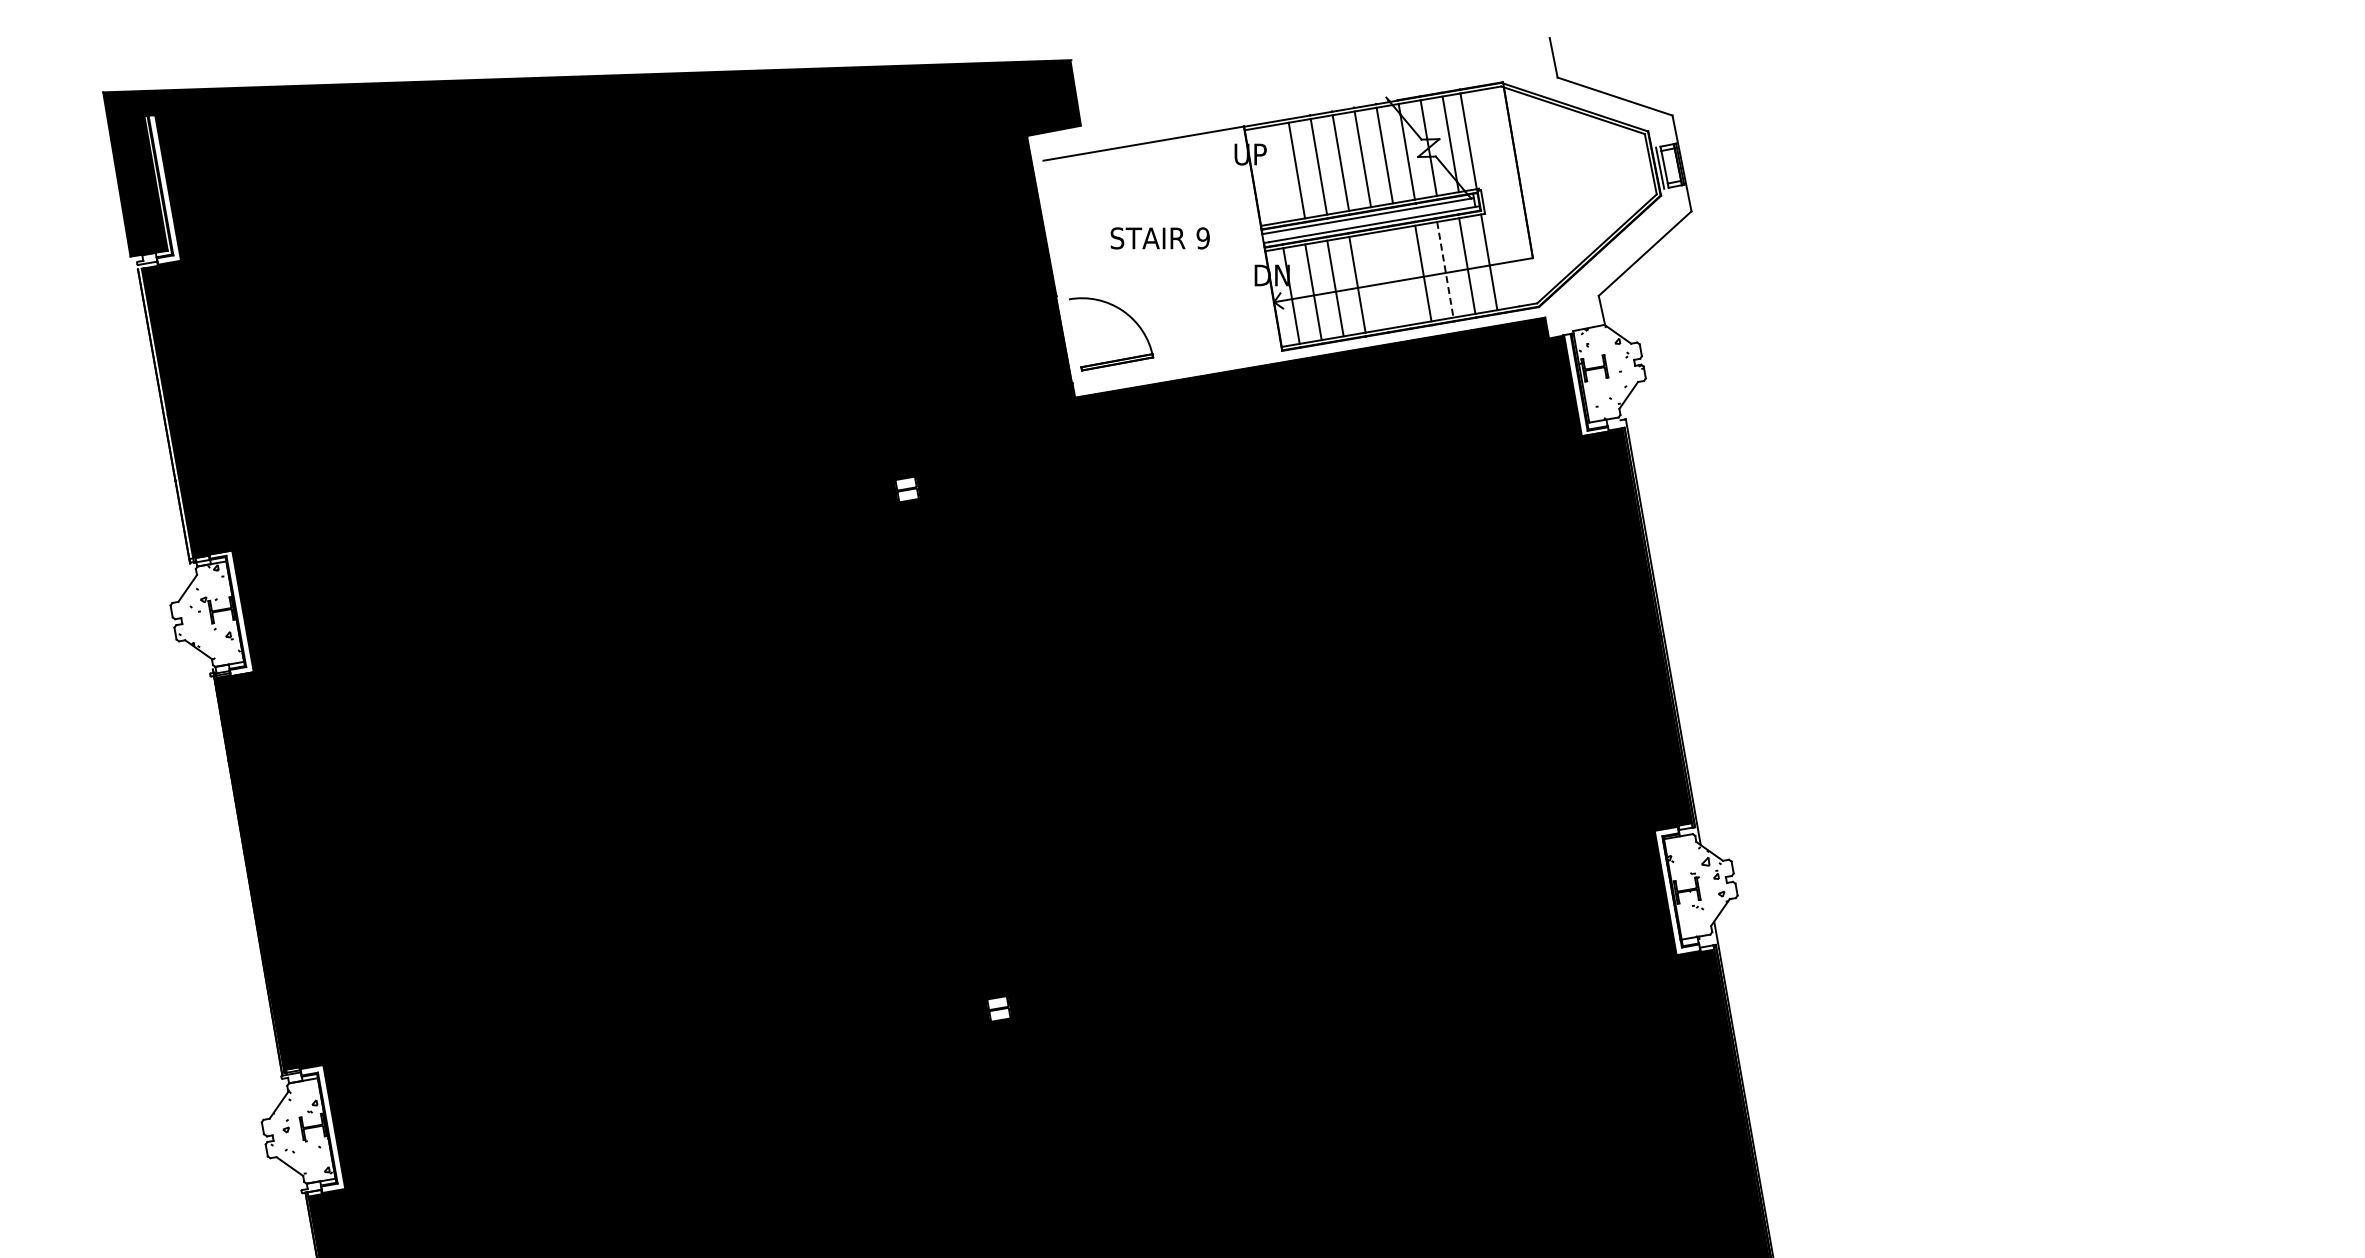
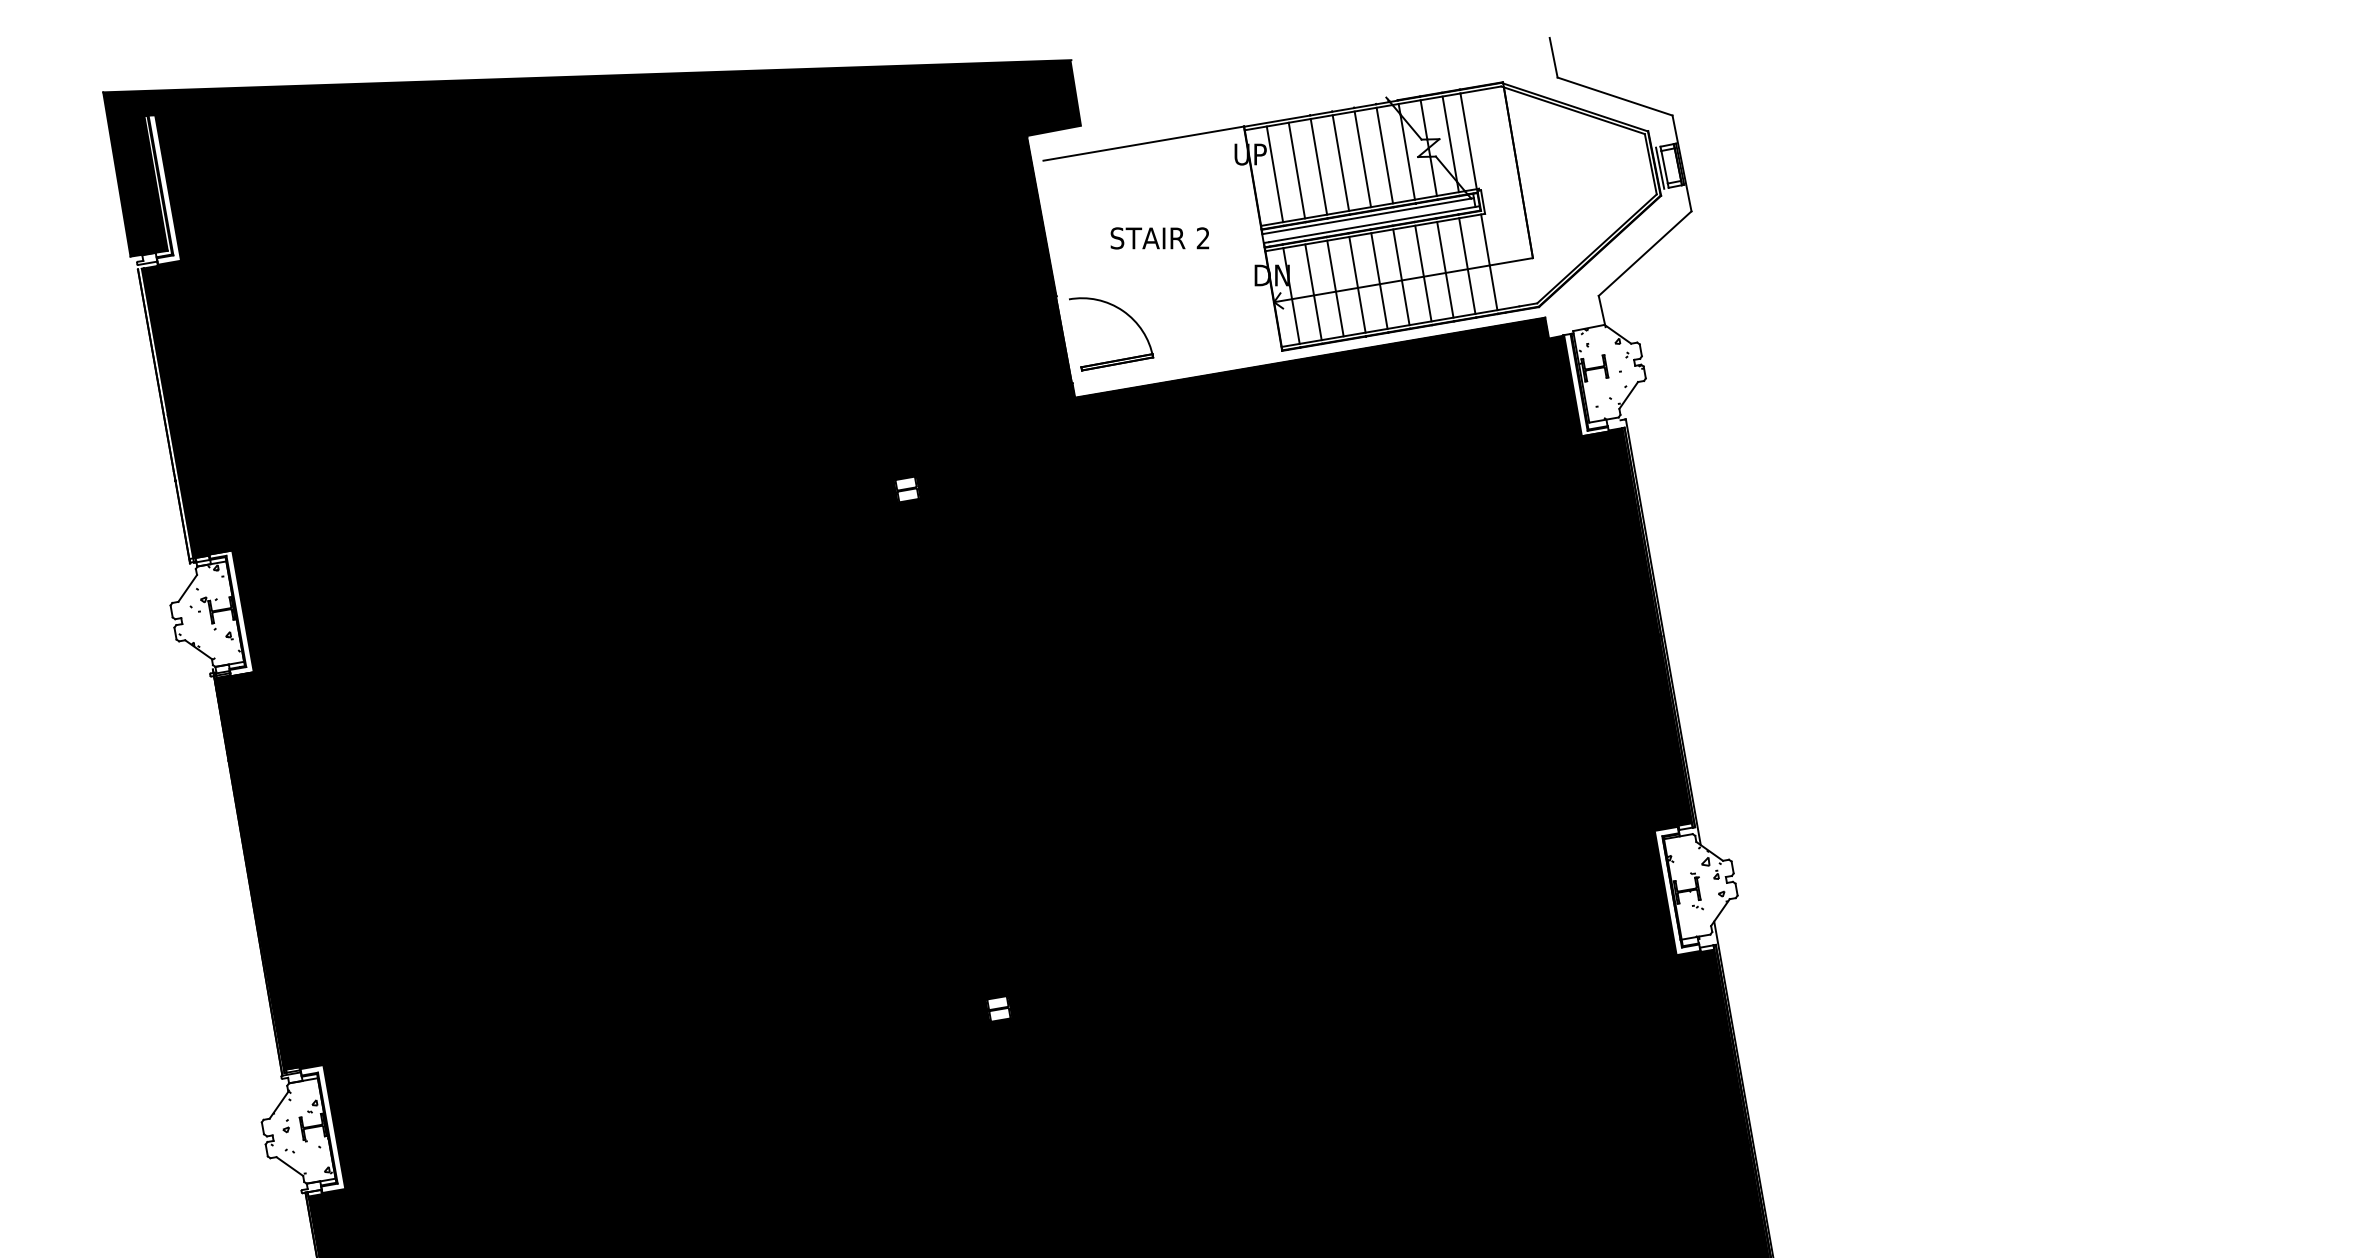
line at (1274, 174): none -> present
text at (1202, 238): 9 -> 2
line at (1445, 269): dashed -> solid
line at (1401, 277): none -> present
line at (1379, 280): none -> present
